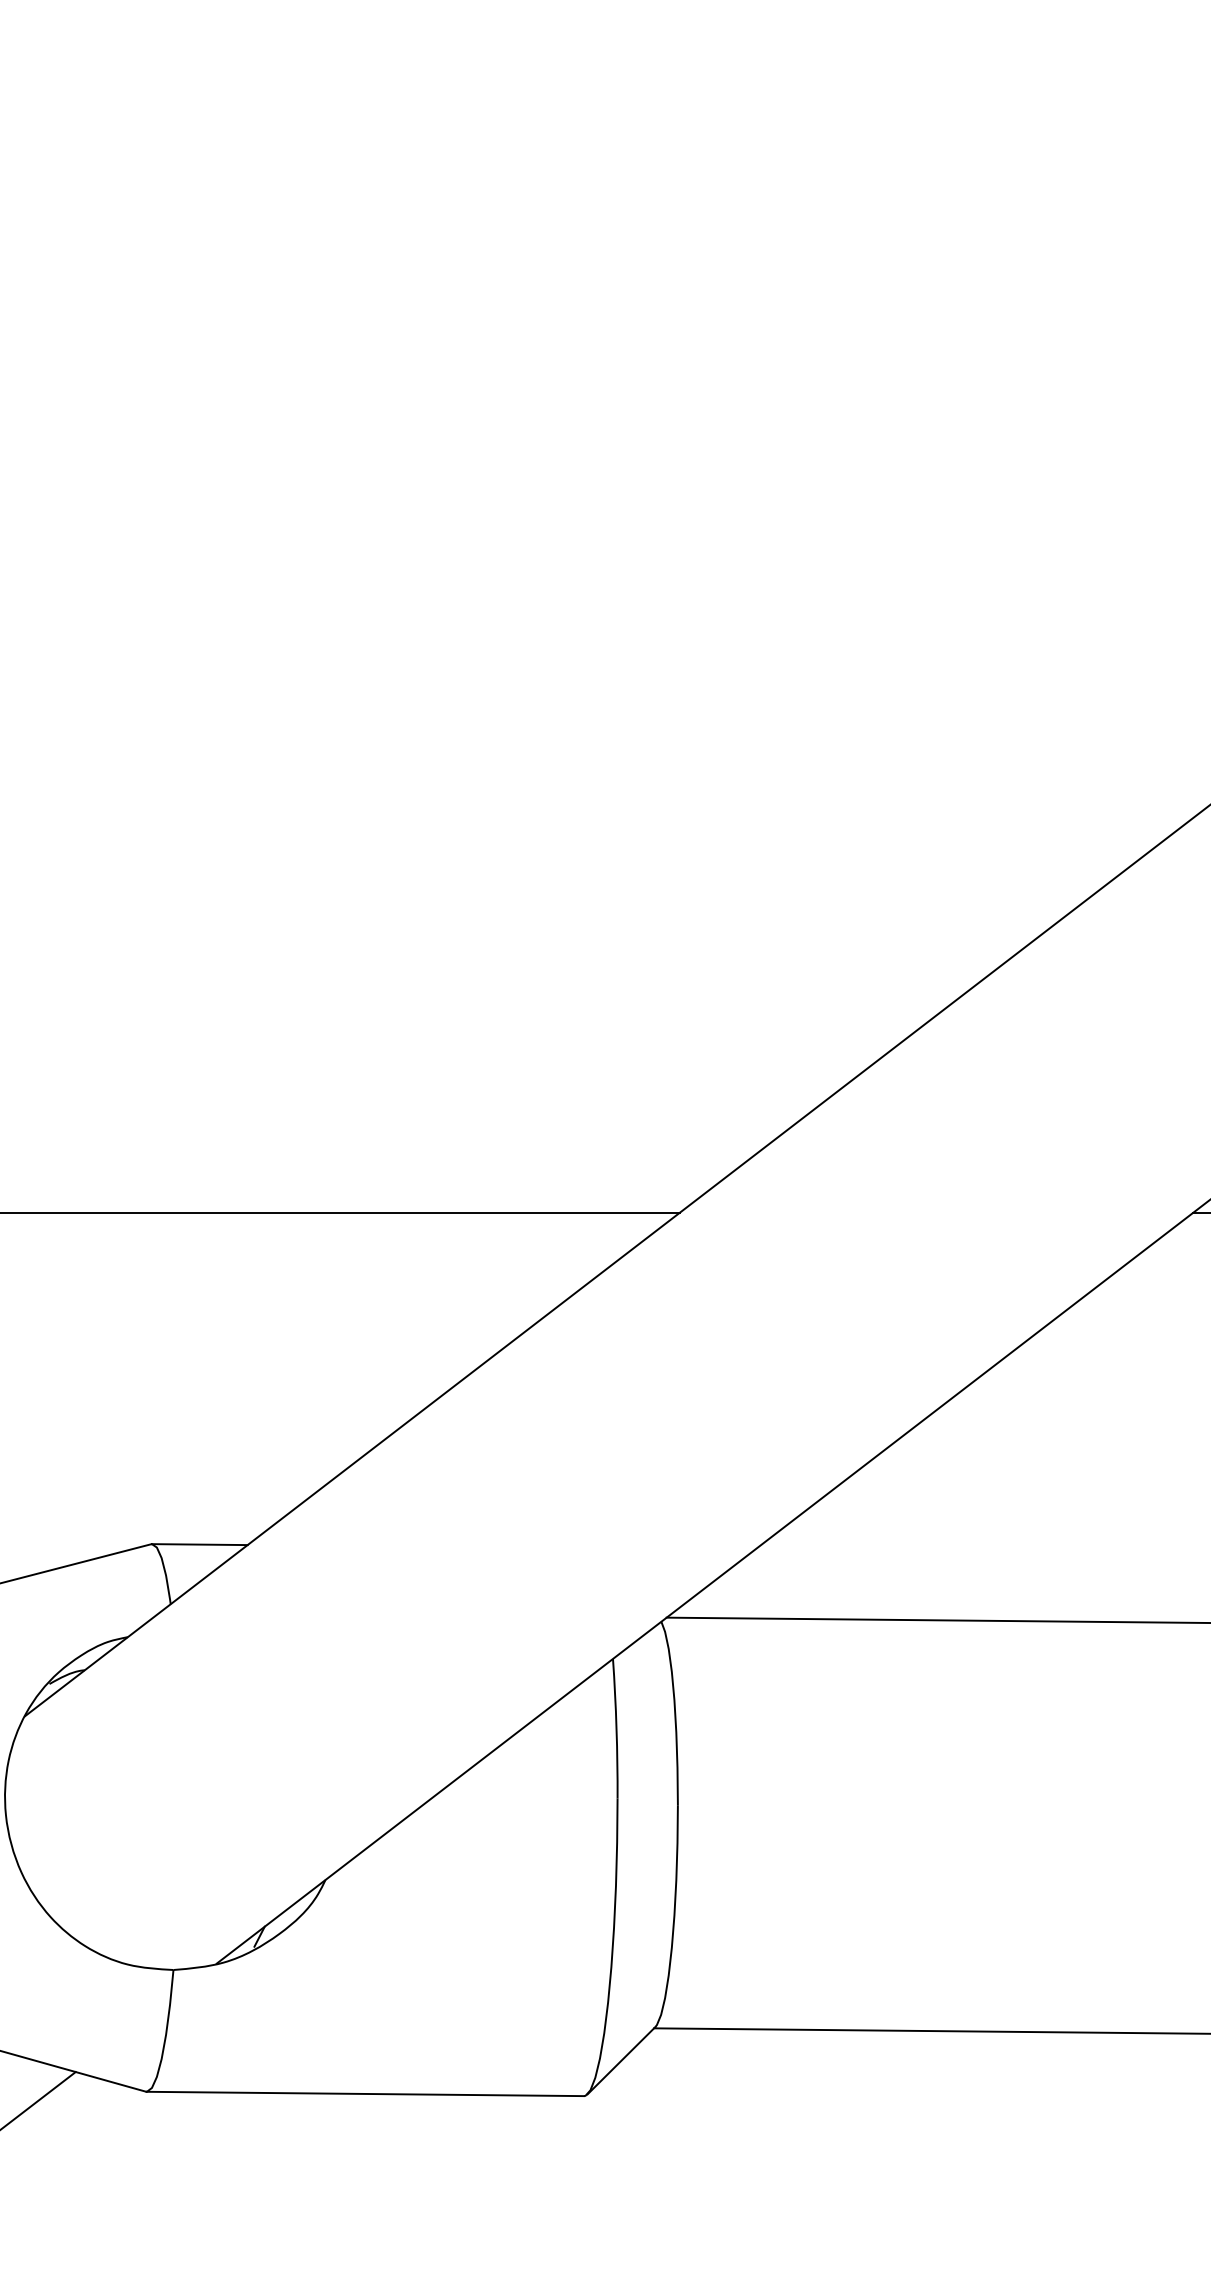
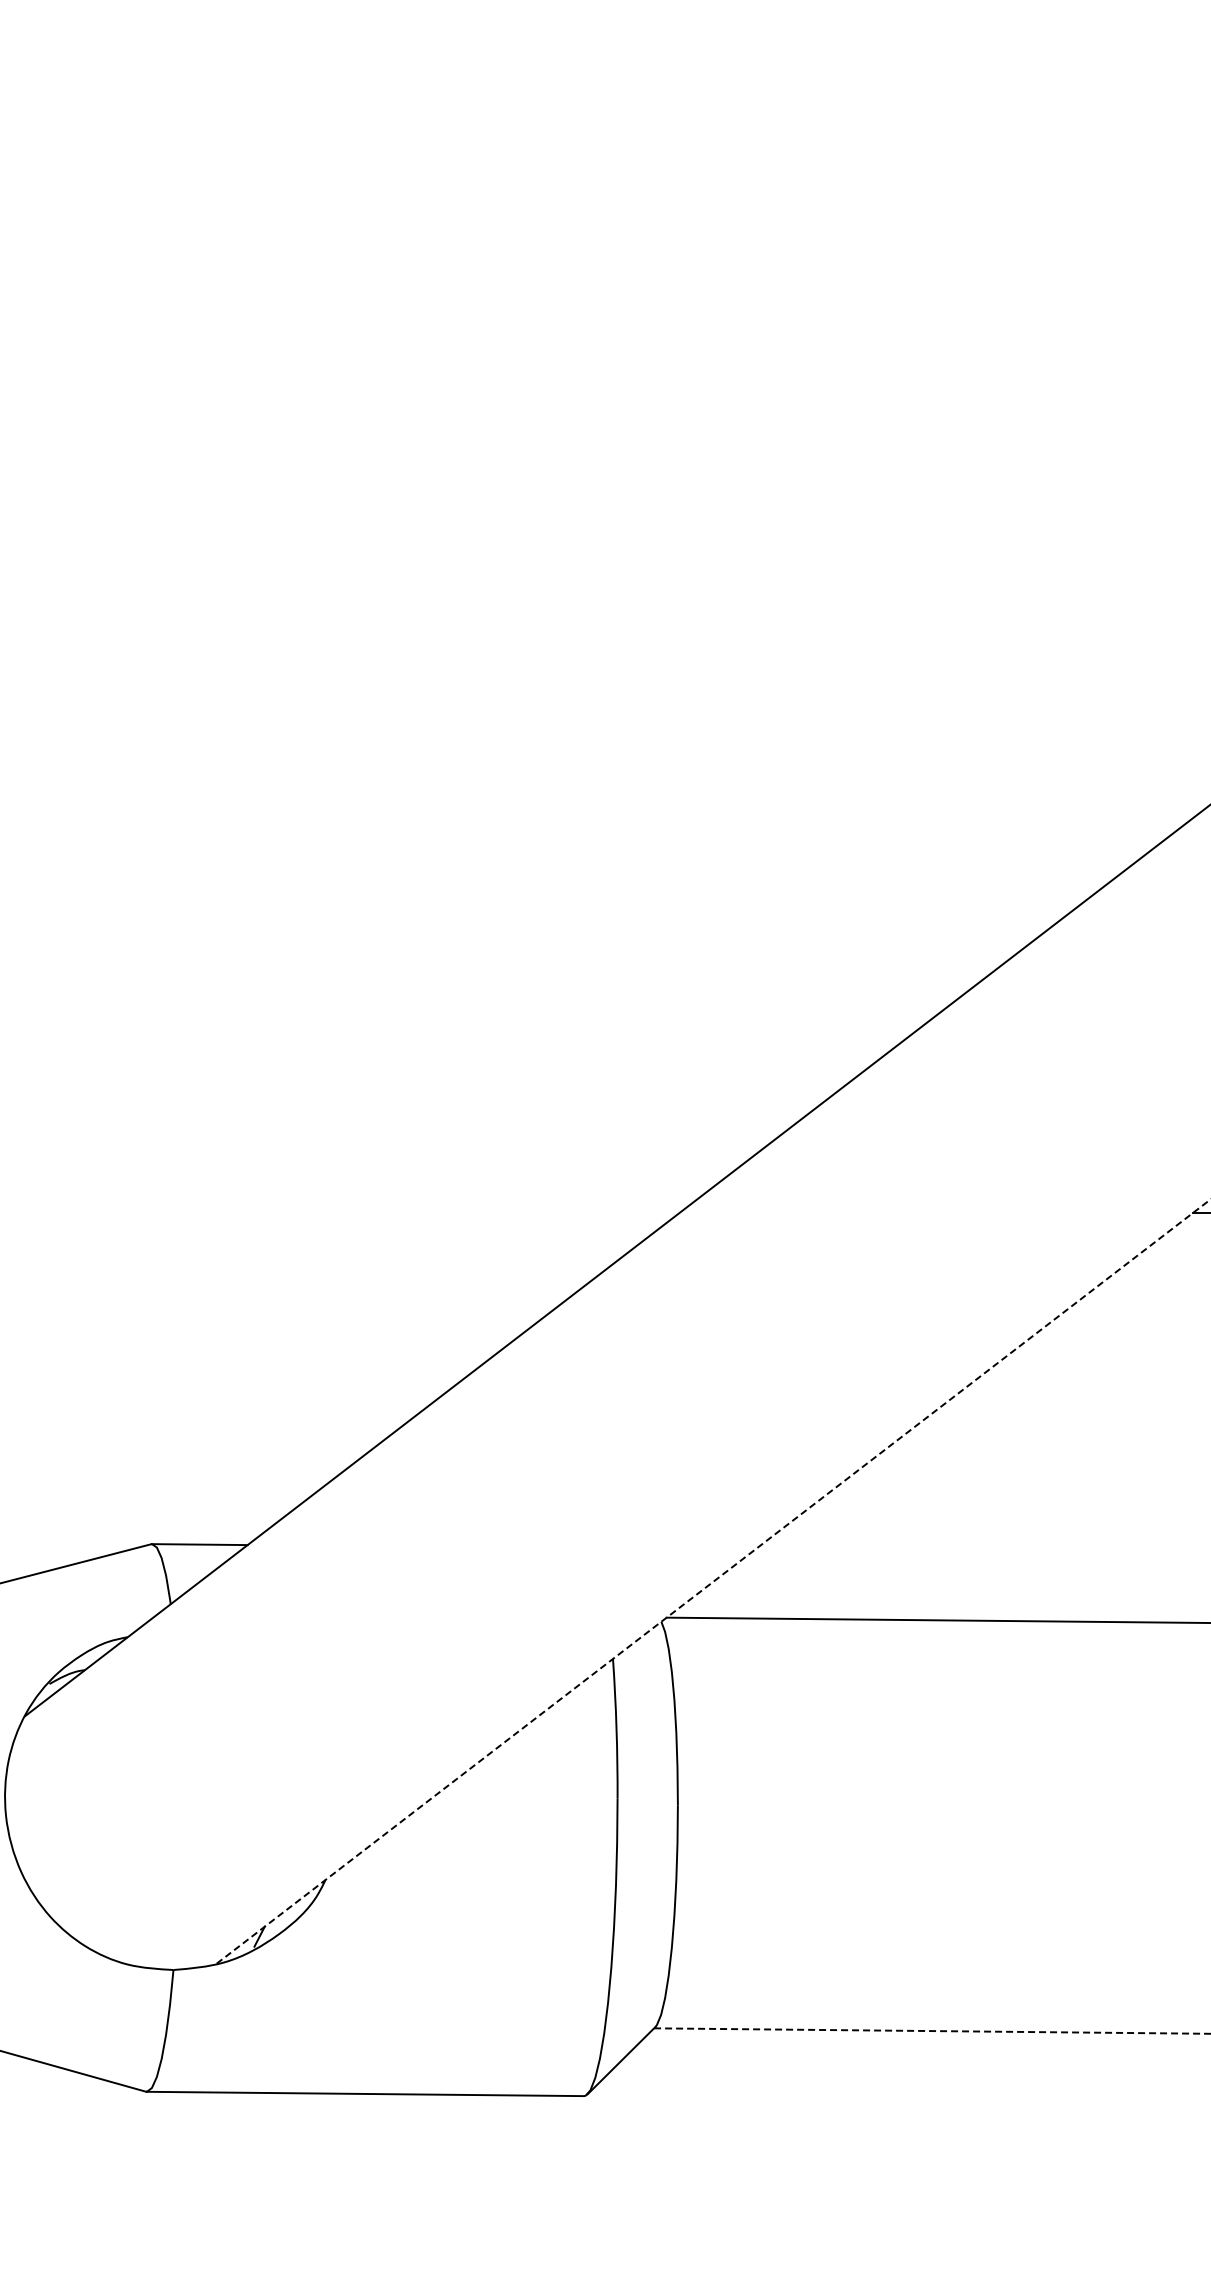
line at (340, 1212): present -> none
line at (713, 1581): solid -> dashed
line at (932, 2031): solid -> dashed
line at (38, 2100): present -> none
